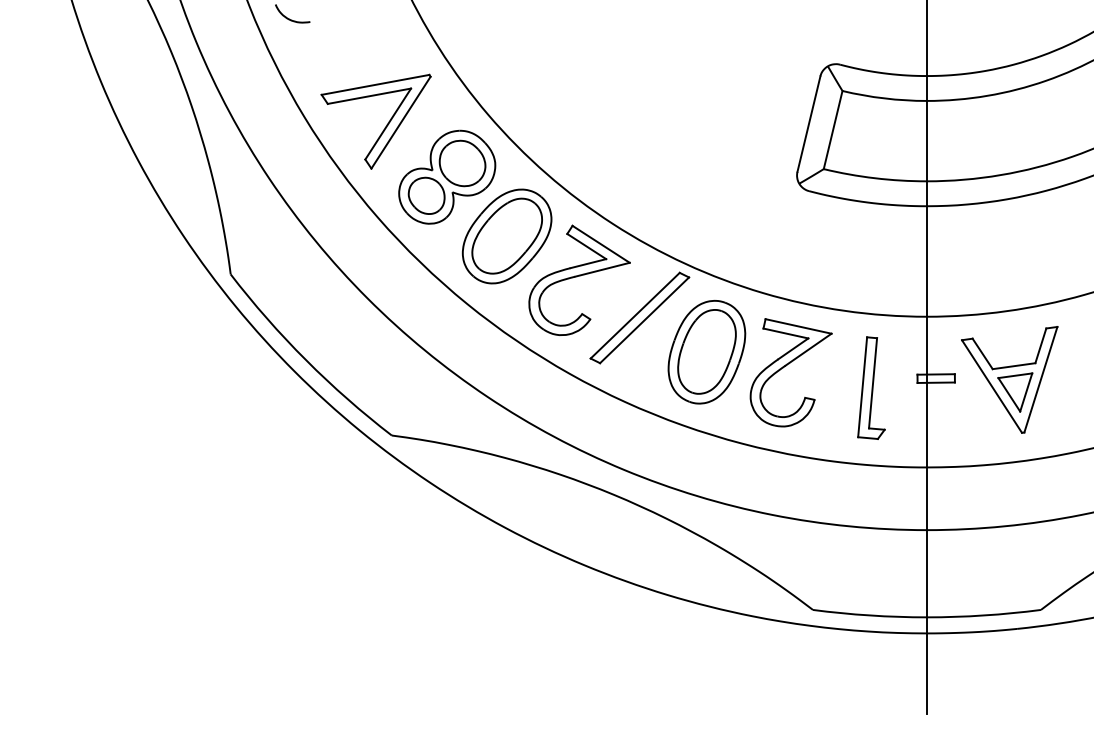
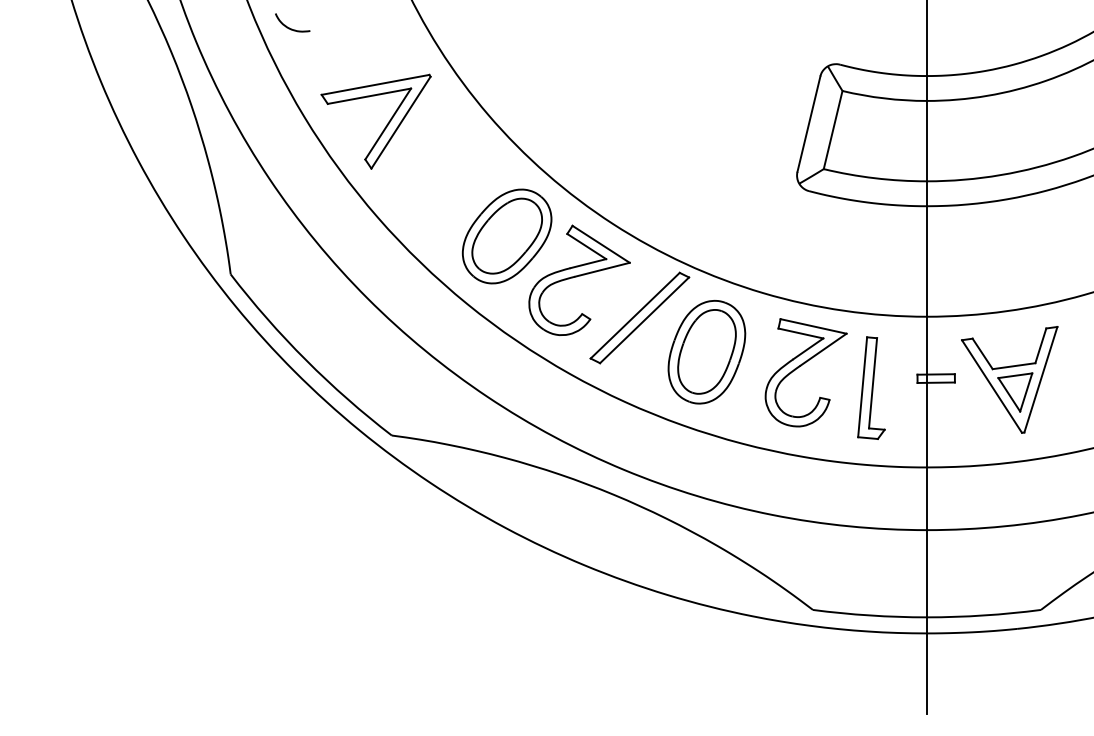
curve at (289, 18) position: (289, 18) -> (289, 27)
part at (447, 176): present -> none
part at (786, 366) position: (786, 366) -> (801, 366)
